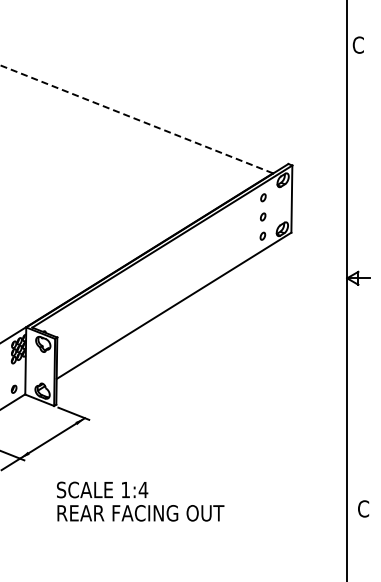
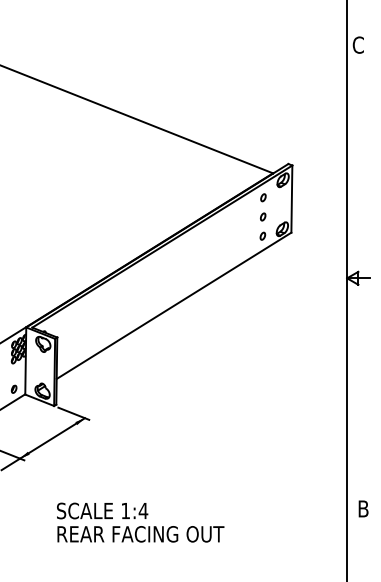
line at (136, 119): dashed -> solid
text at (140, 501) position: (140, 501) -> (140, 522)
text at (363, 508): C -> B
